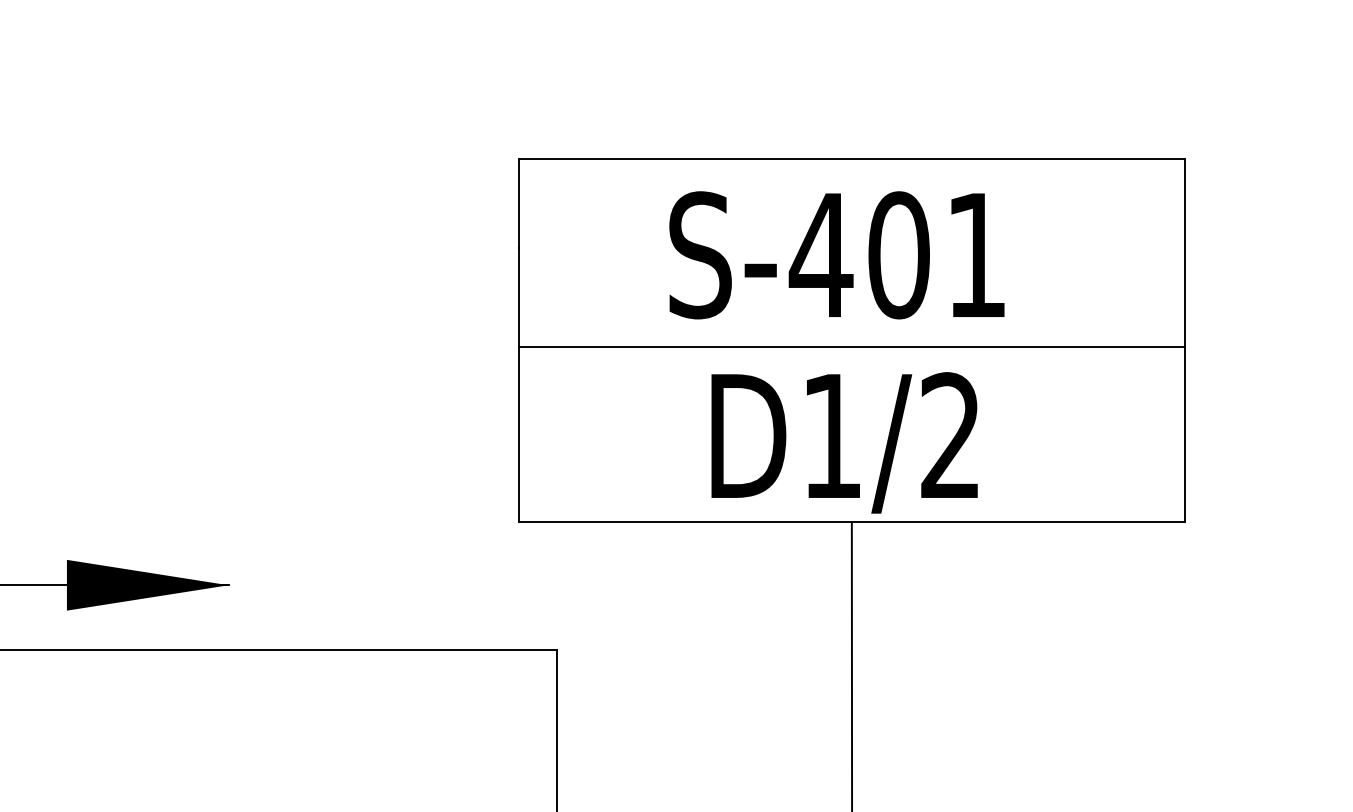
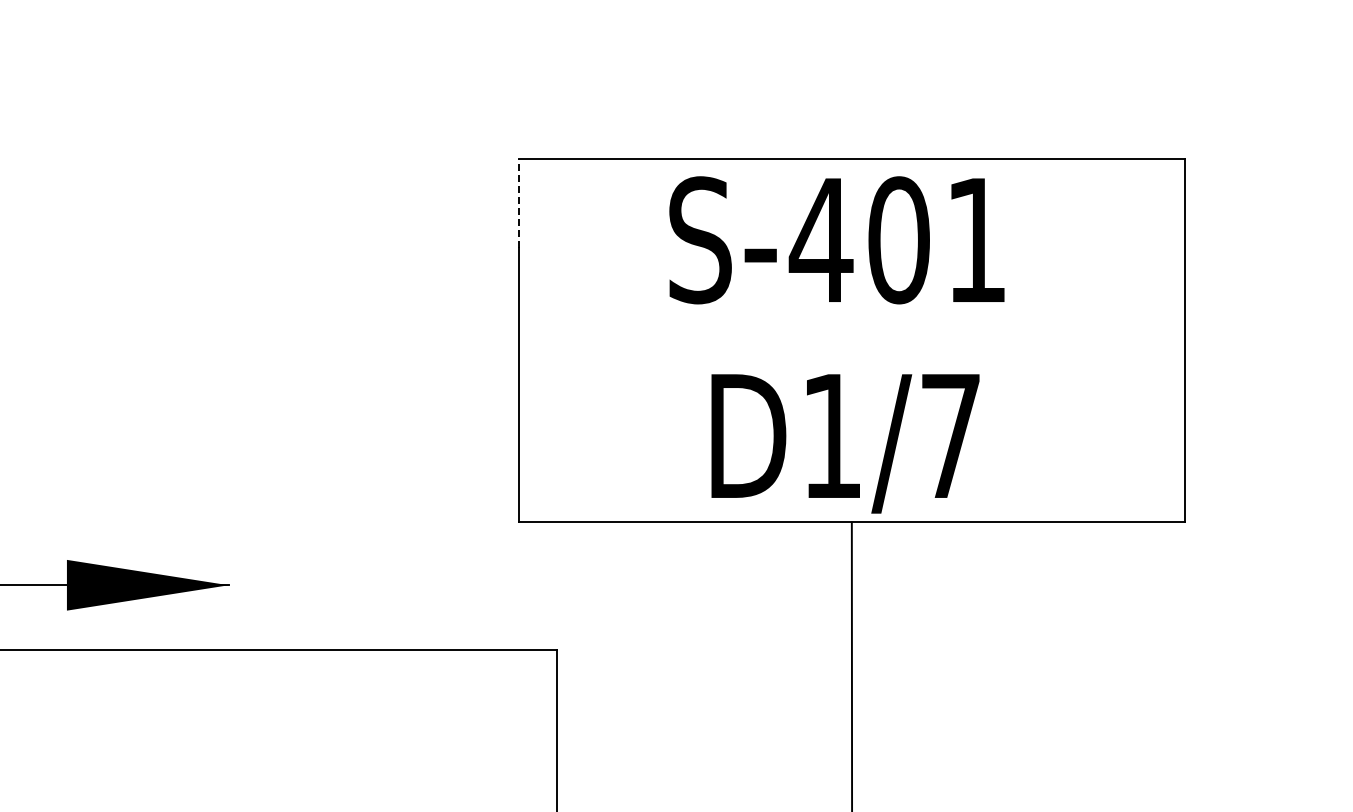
line at (518, 203): solid -> dashed
text at (836, 255) position: (836, 255) -> (836, 240)
line at (851, 347): present -> none
text at (950, 434): D1/2 -> D1/7
